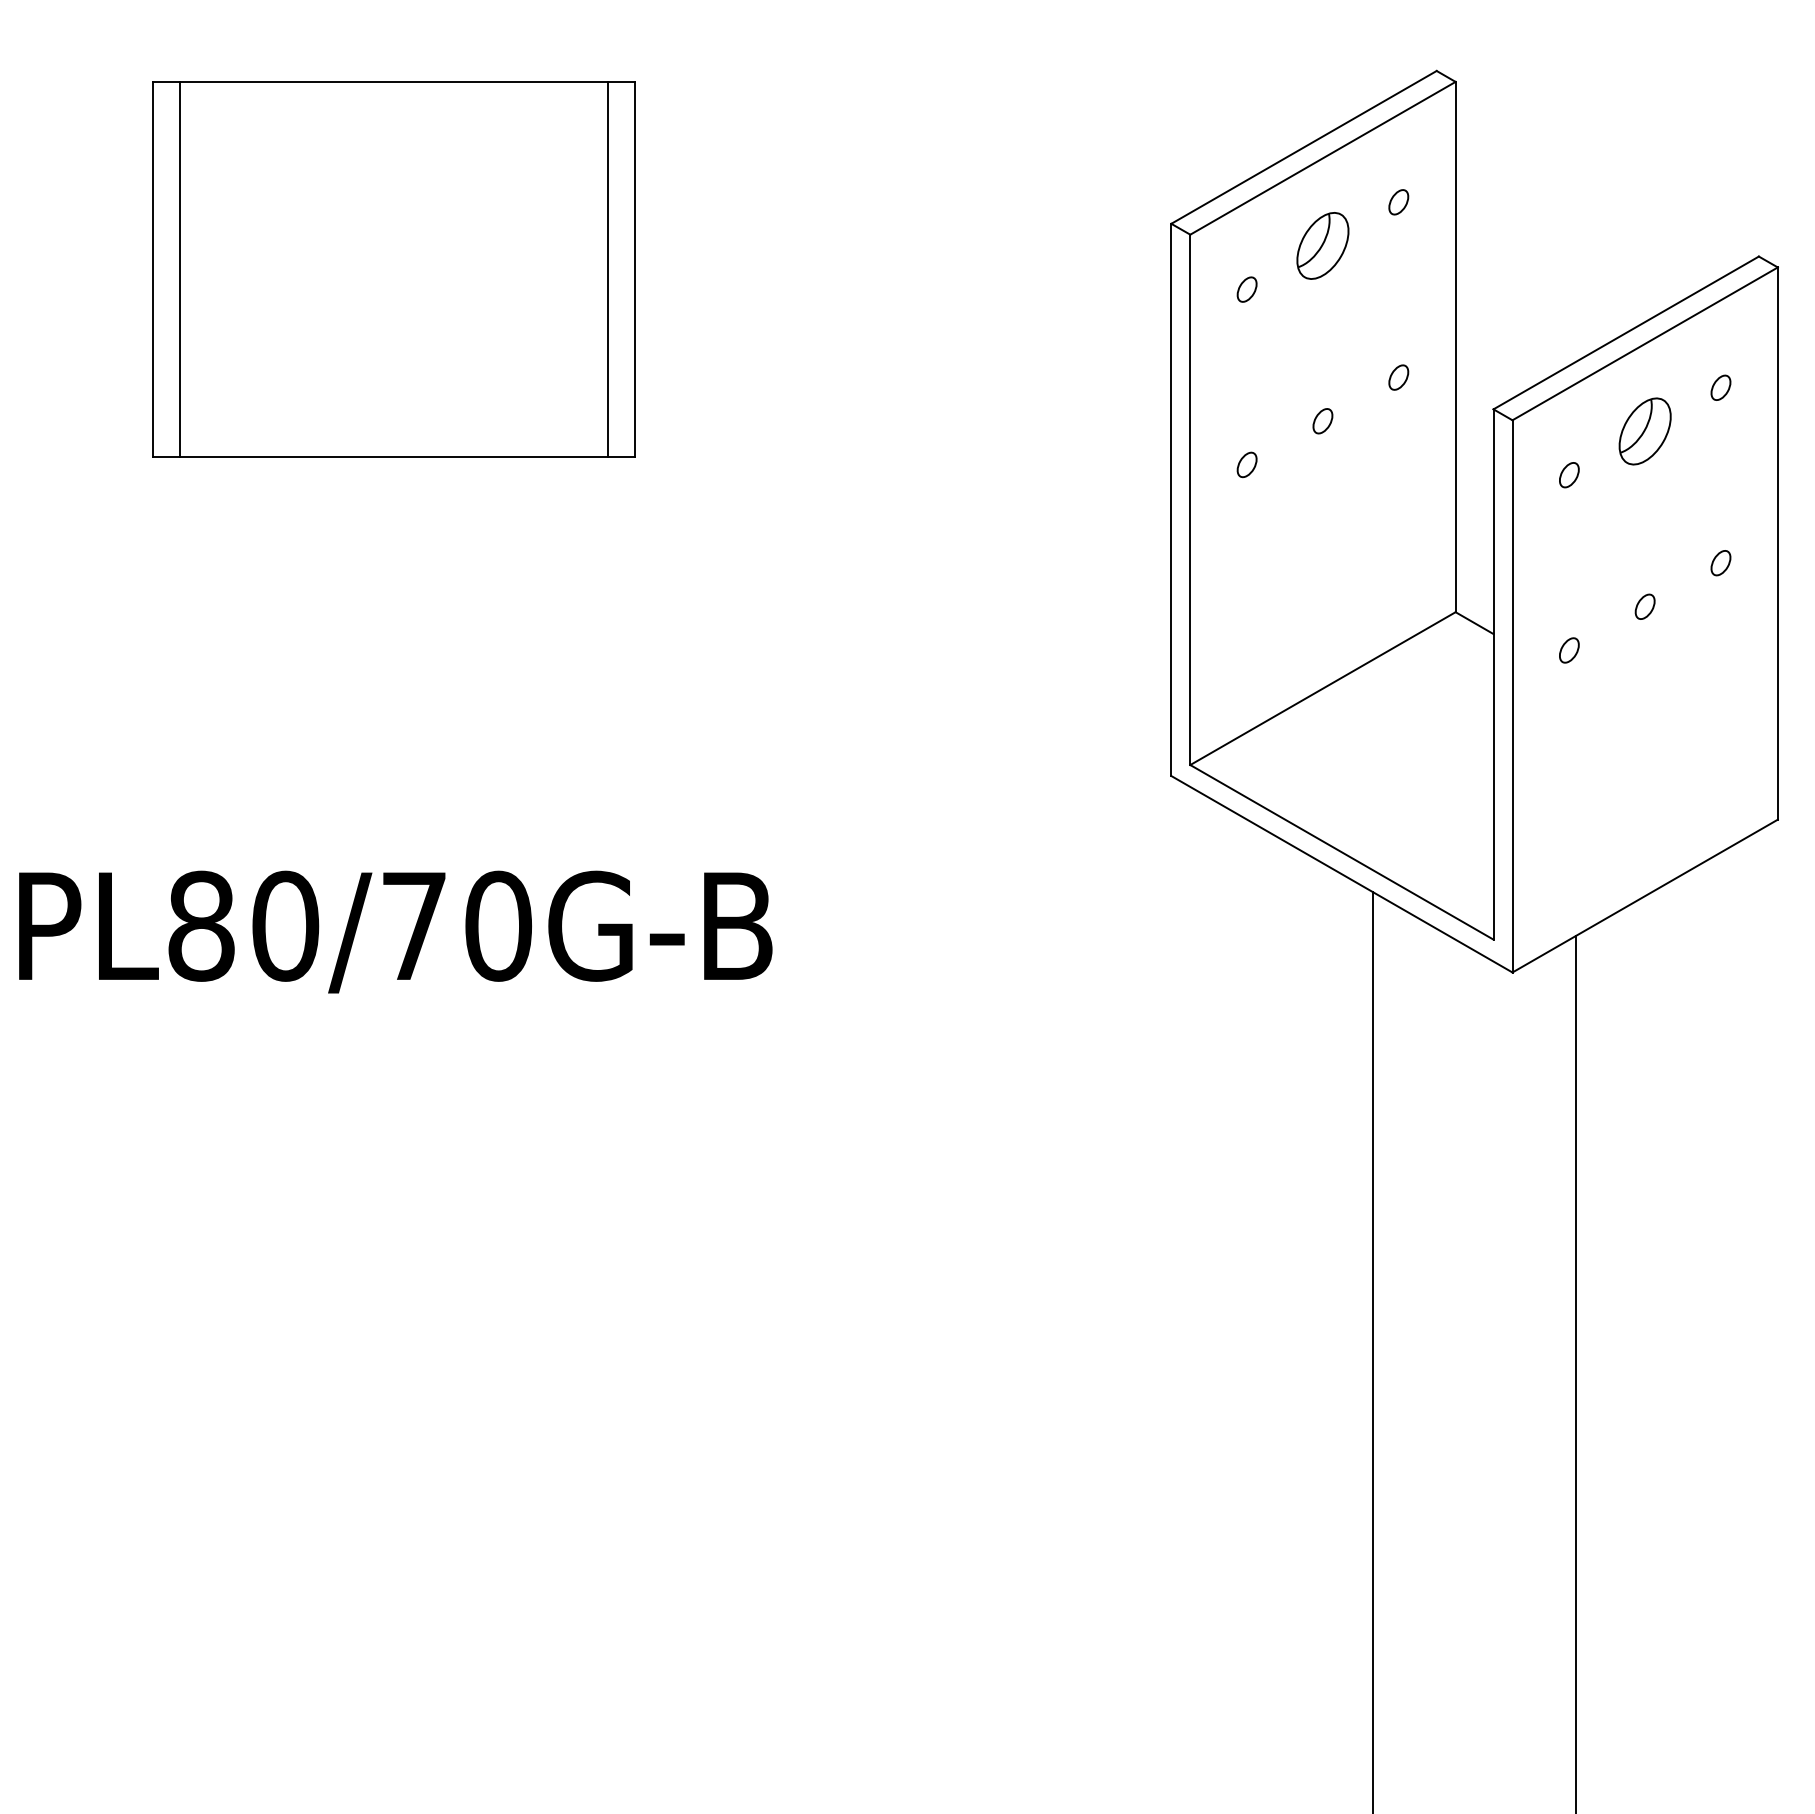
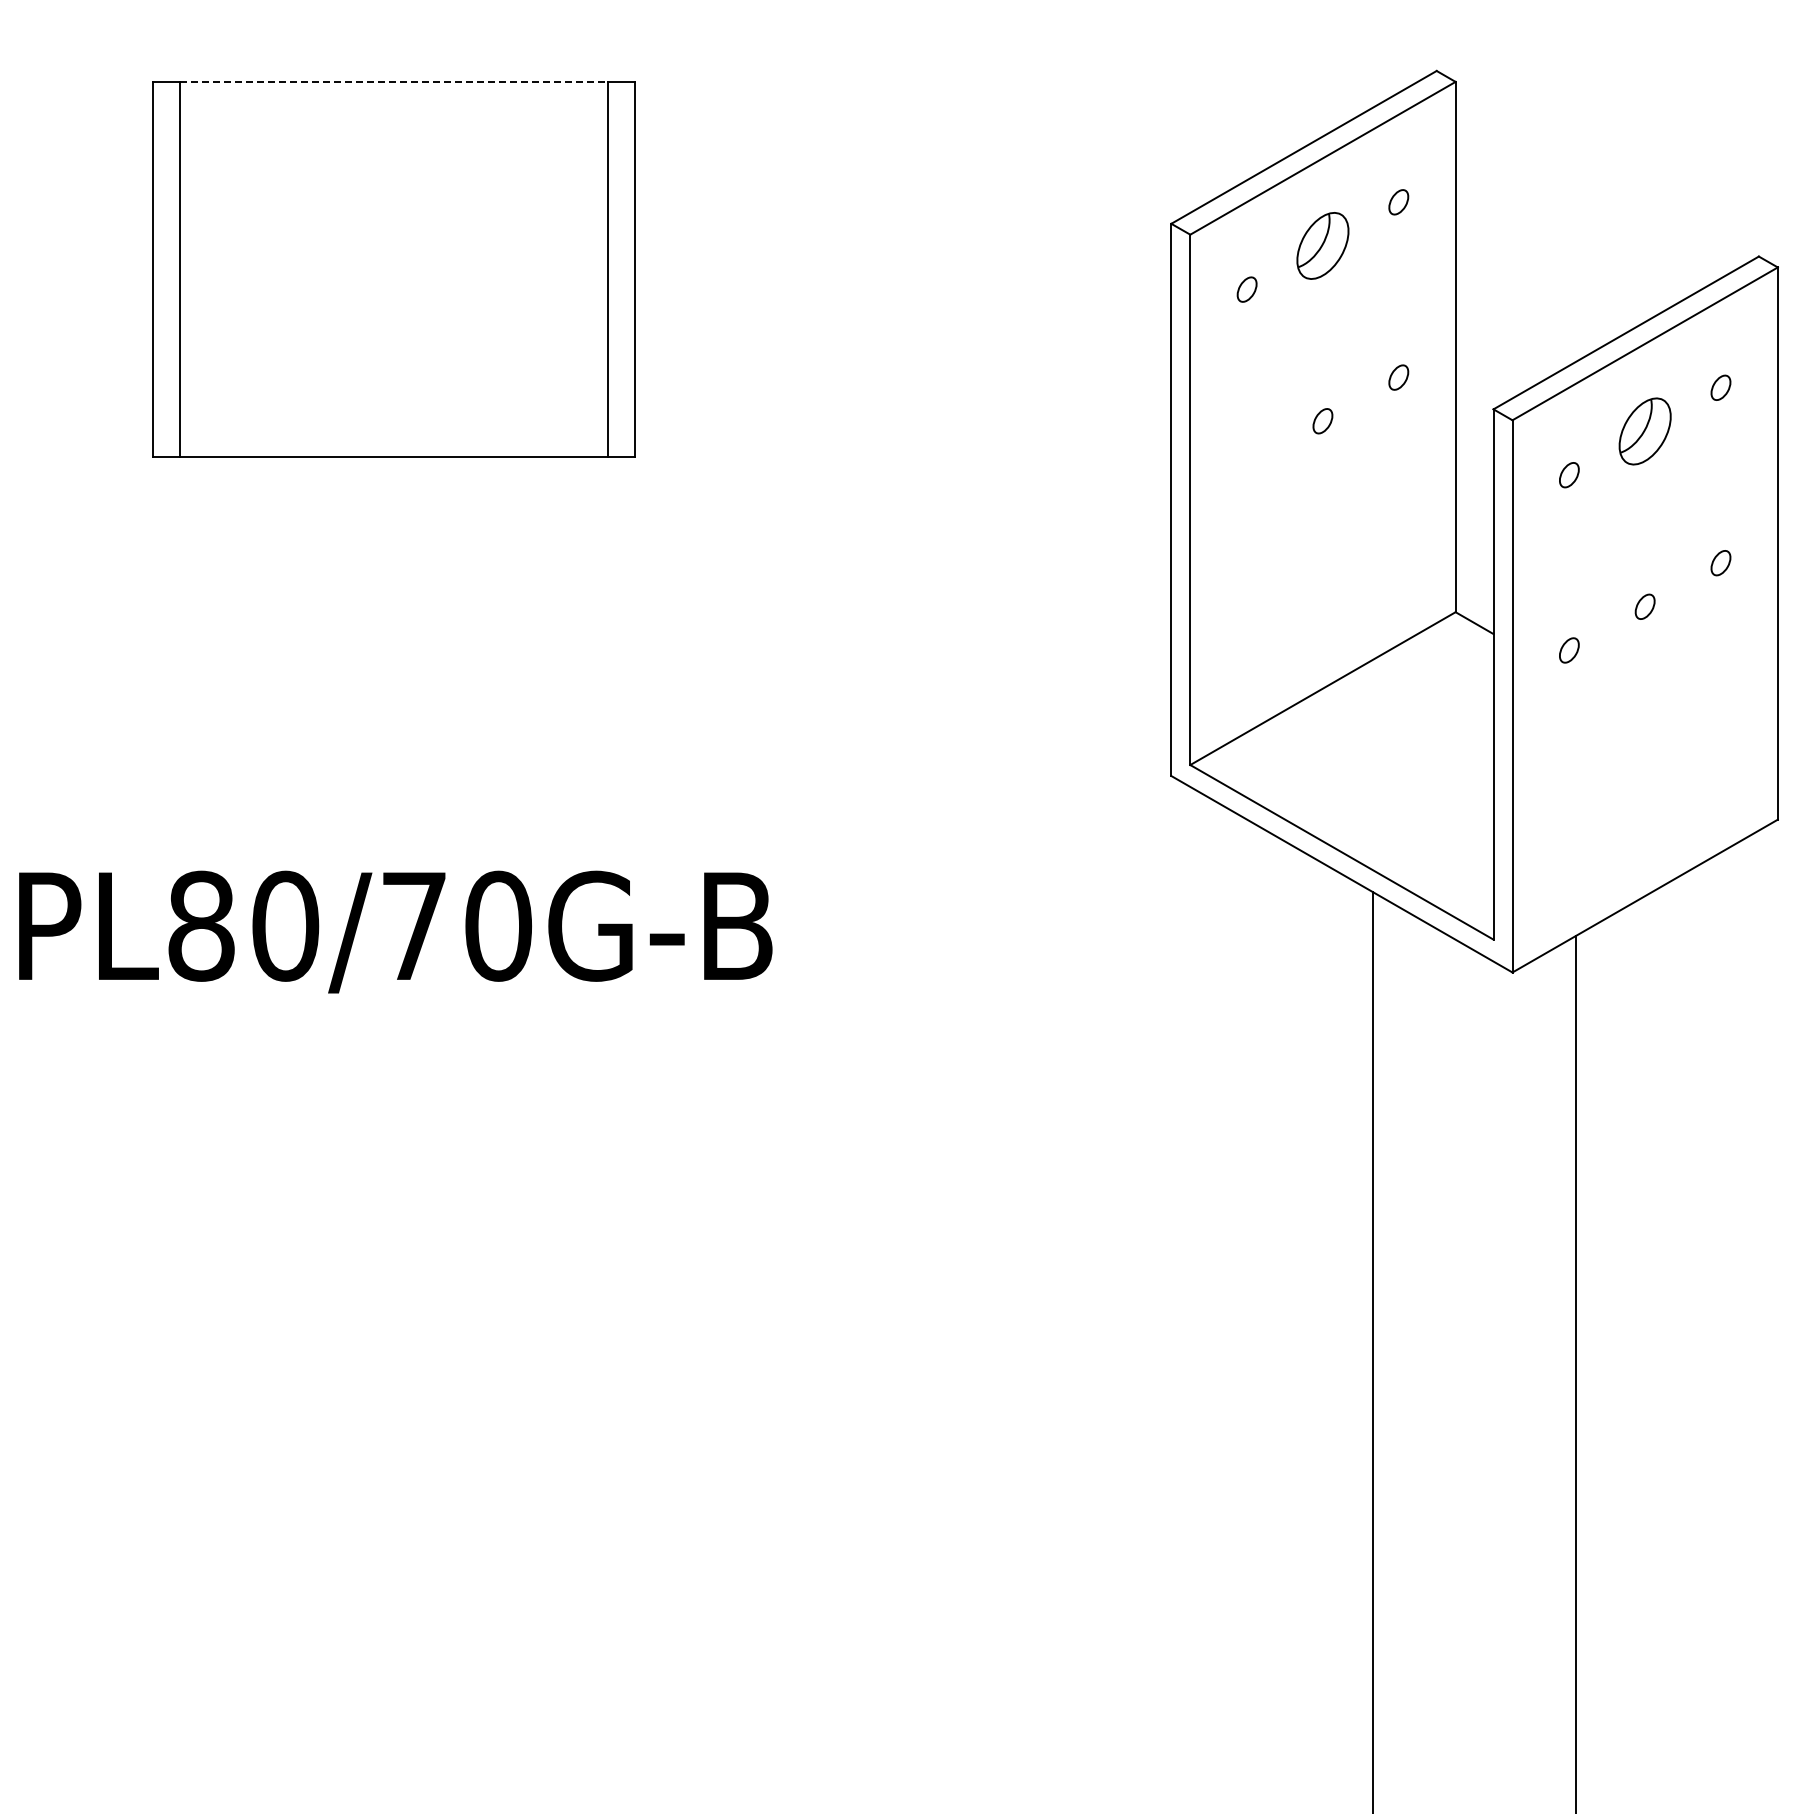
line at (394, 81): solid -> dashed
part at (1246, 464): present -> none
